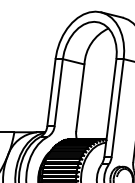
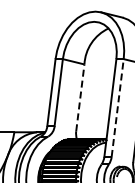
line at (80, 97): solid -> dashed
line at (117, 107): solid -> dashed
